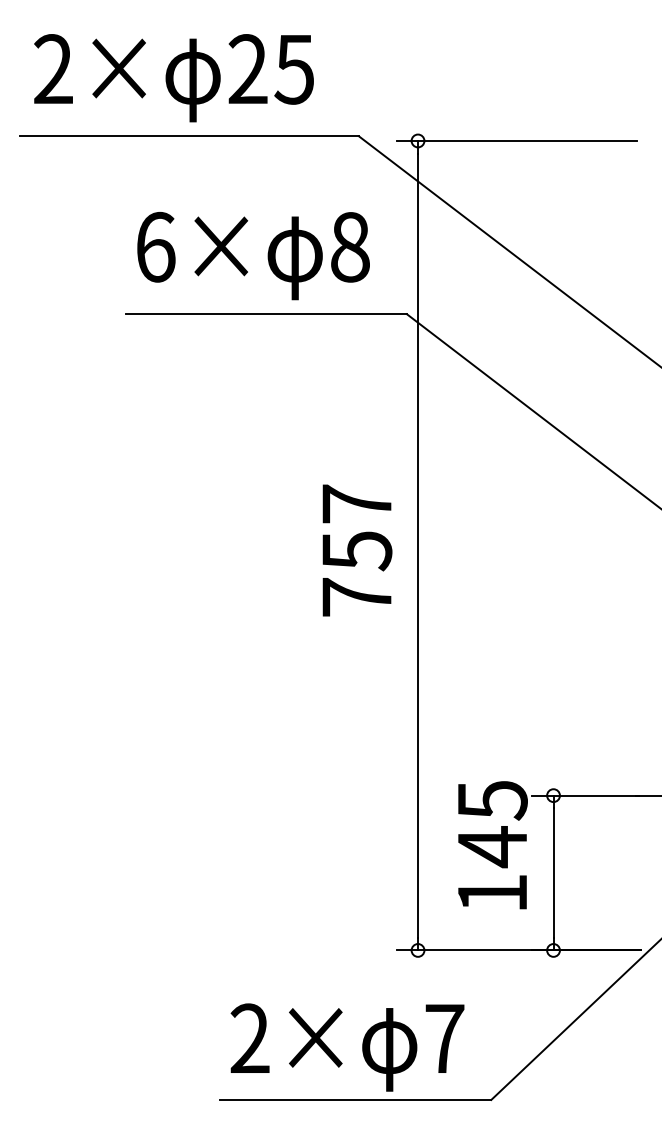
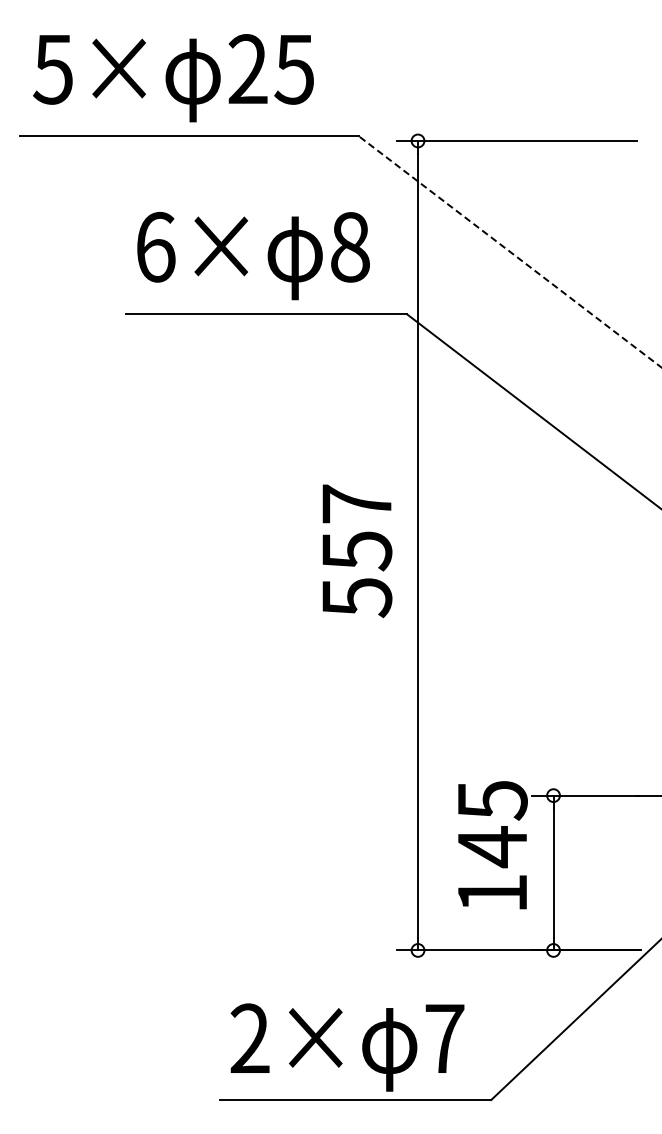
text at (52, 69): 2× -> 5×
line at (510, 252): solid -> dashed
text at (357, 598): 757 -> 557
